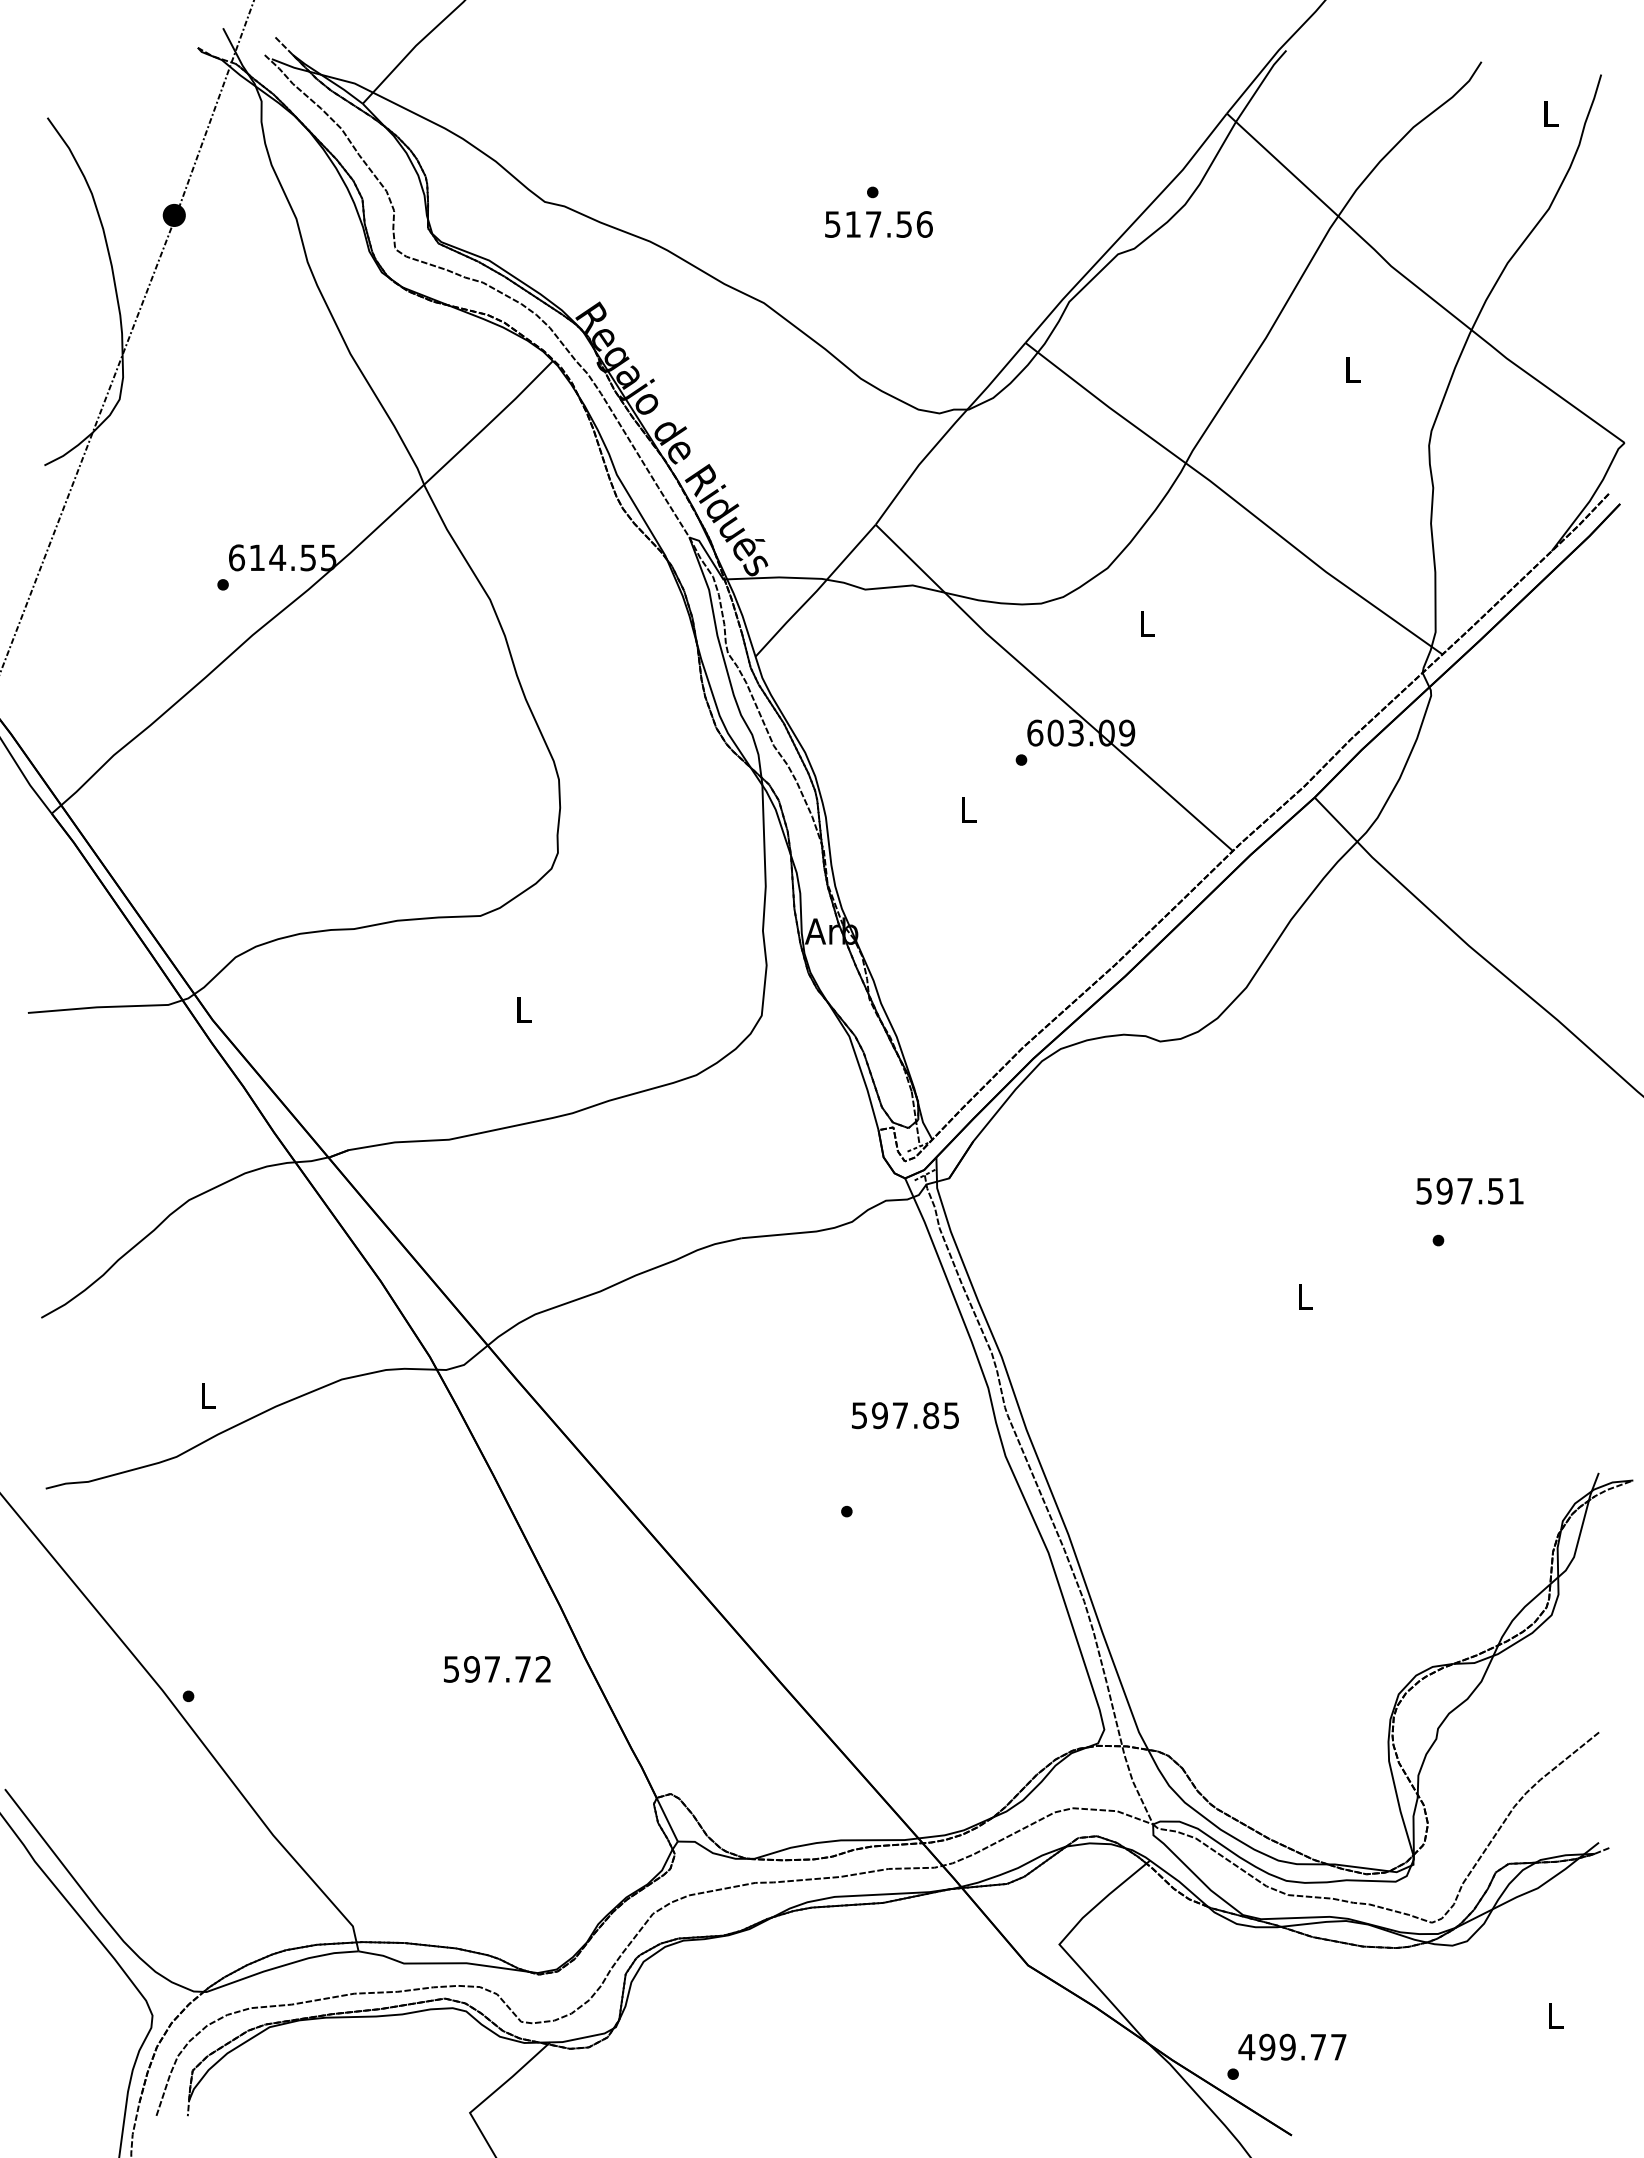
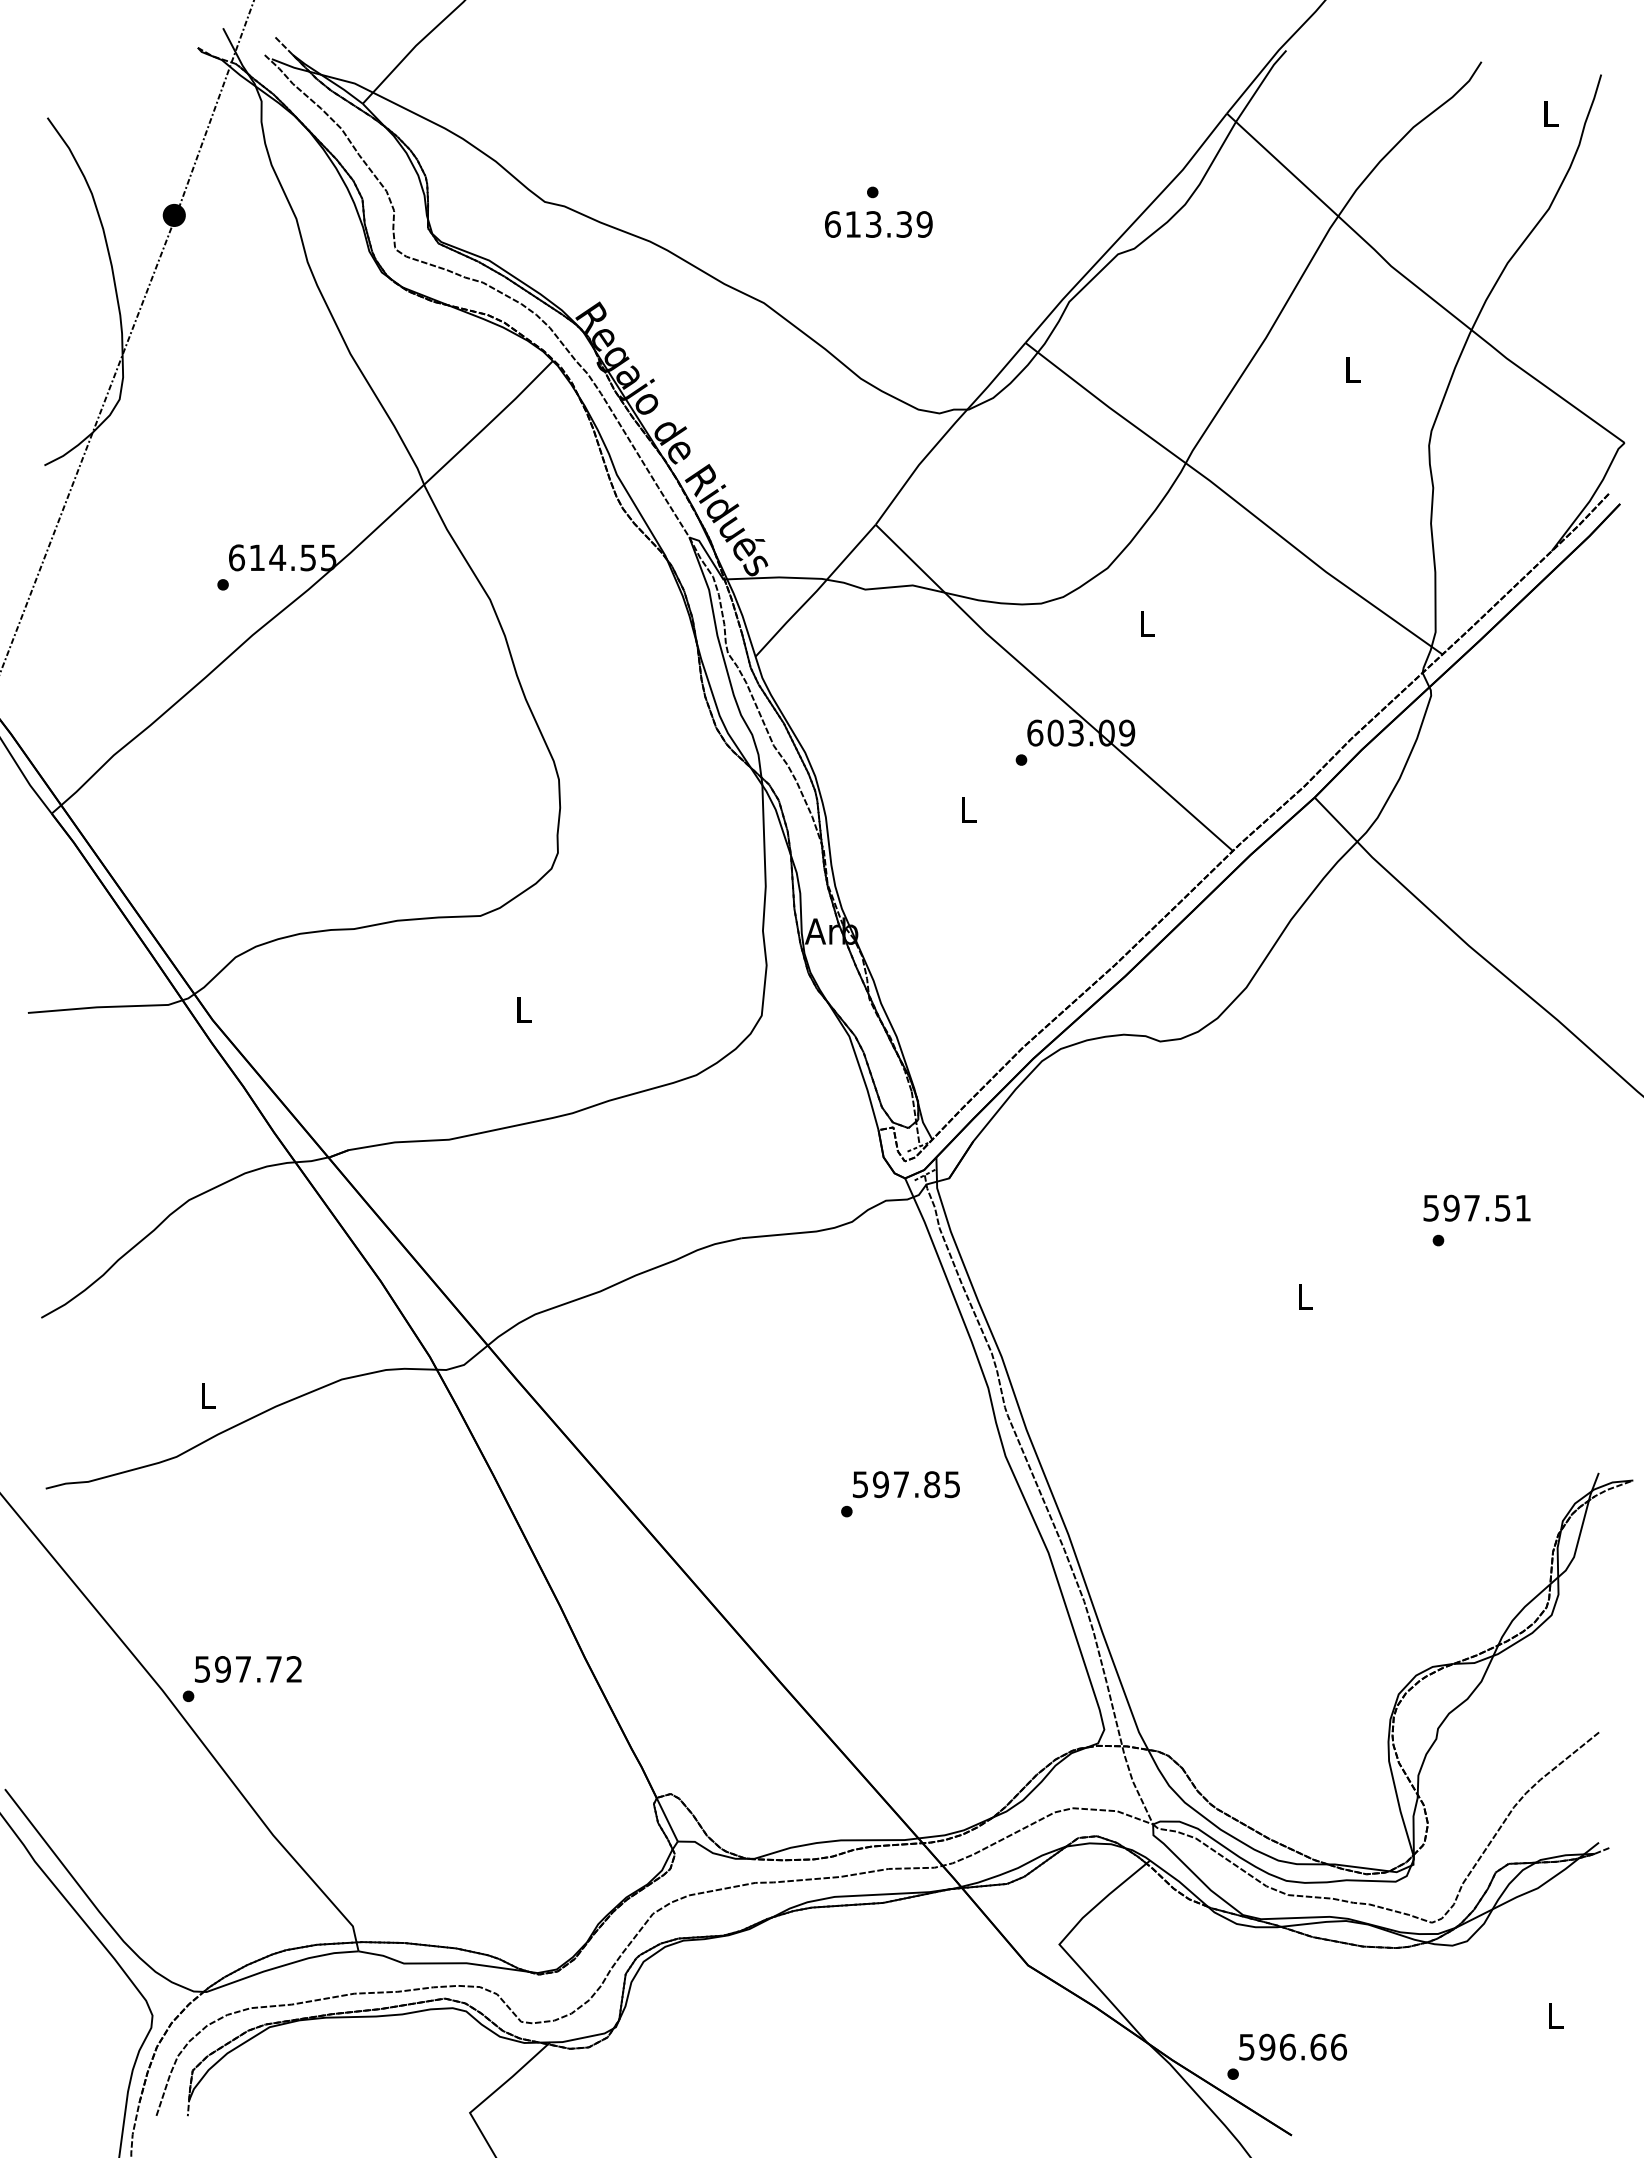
text at (878, 224): 517.56 -> 613.39
text at (1469, 1190) position: (1469, 1190) -> (1476, 1207)
text at (905, 1415) position: (905, 1415) -> (906, 1484)
text at (497, 1669) position: (497, 1669) -> (248, 1669)
text at (1292, 2046): 499.77 -> 596.66
